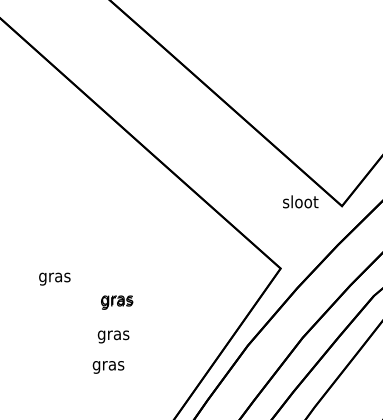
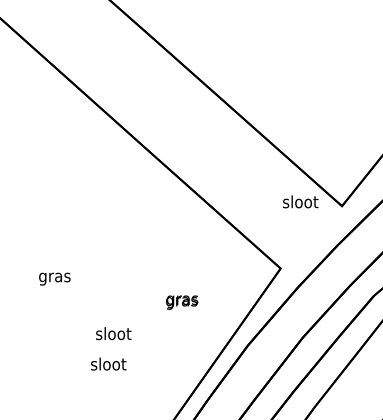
text at (117, 302) position: (117, 302) -> (182, 302)
text at (113, 335): gras -> sloot
text at (108, 365): gras -> sloot
